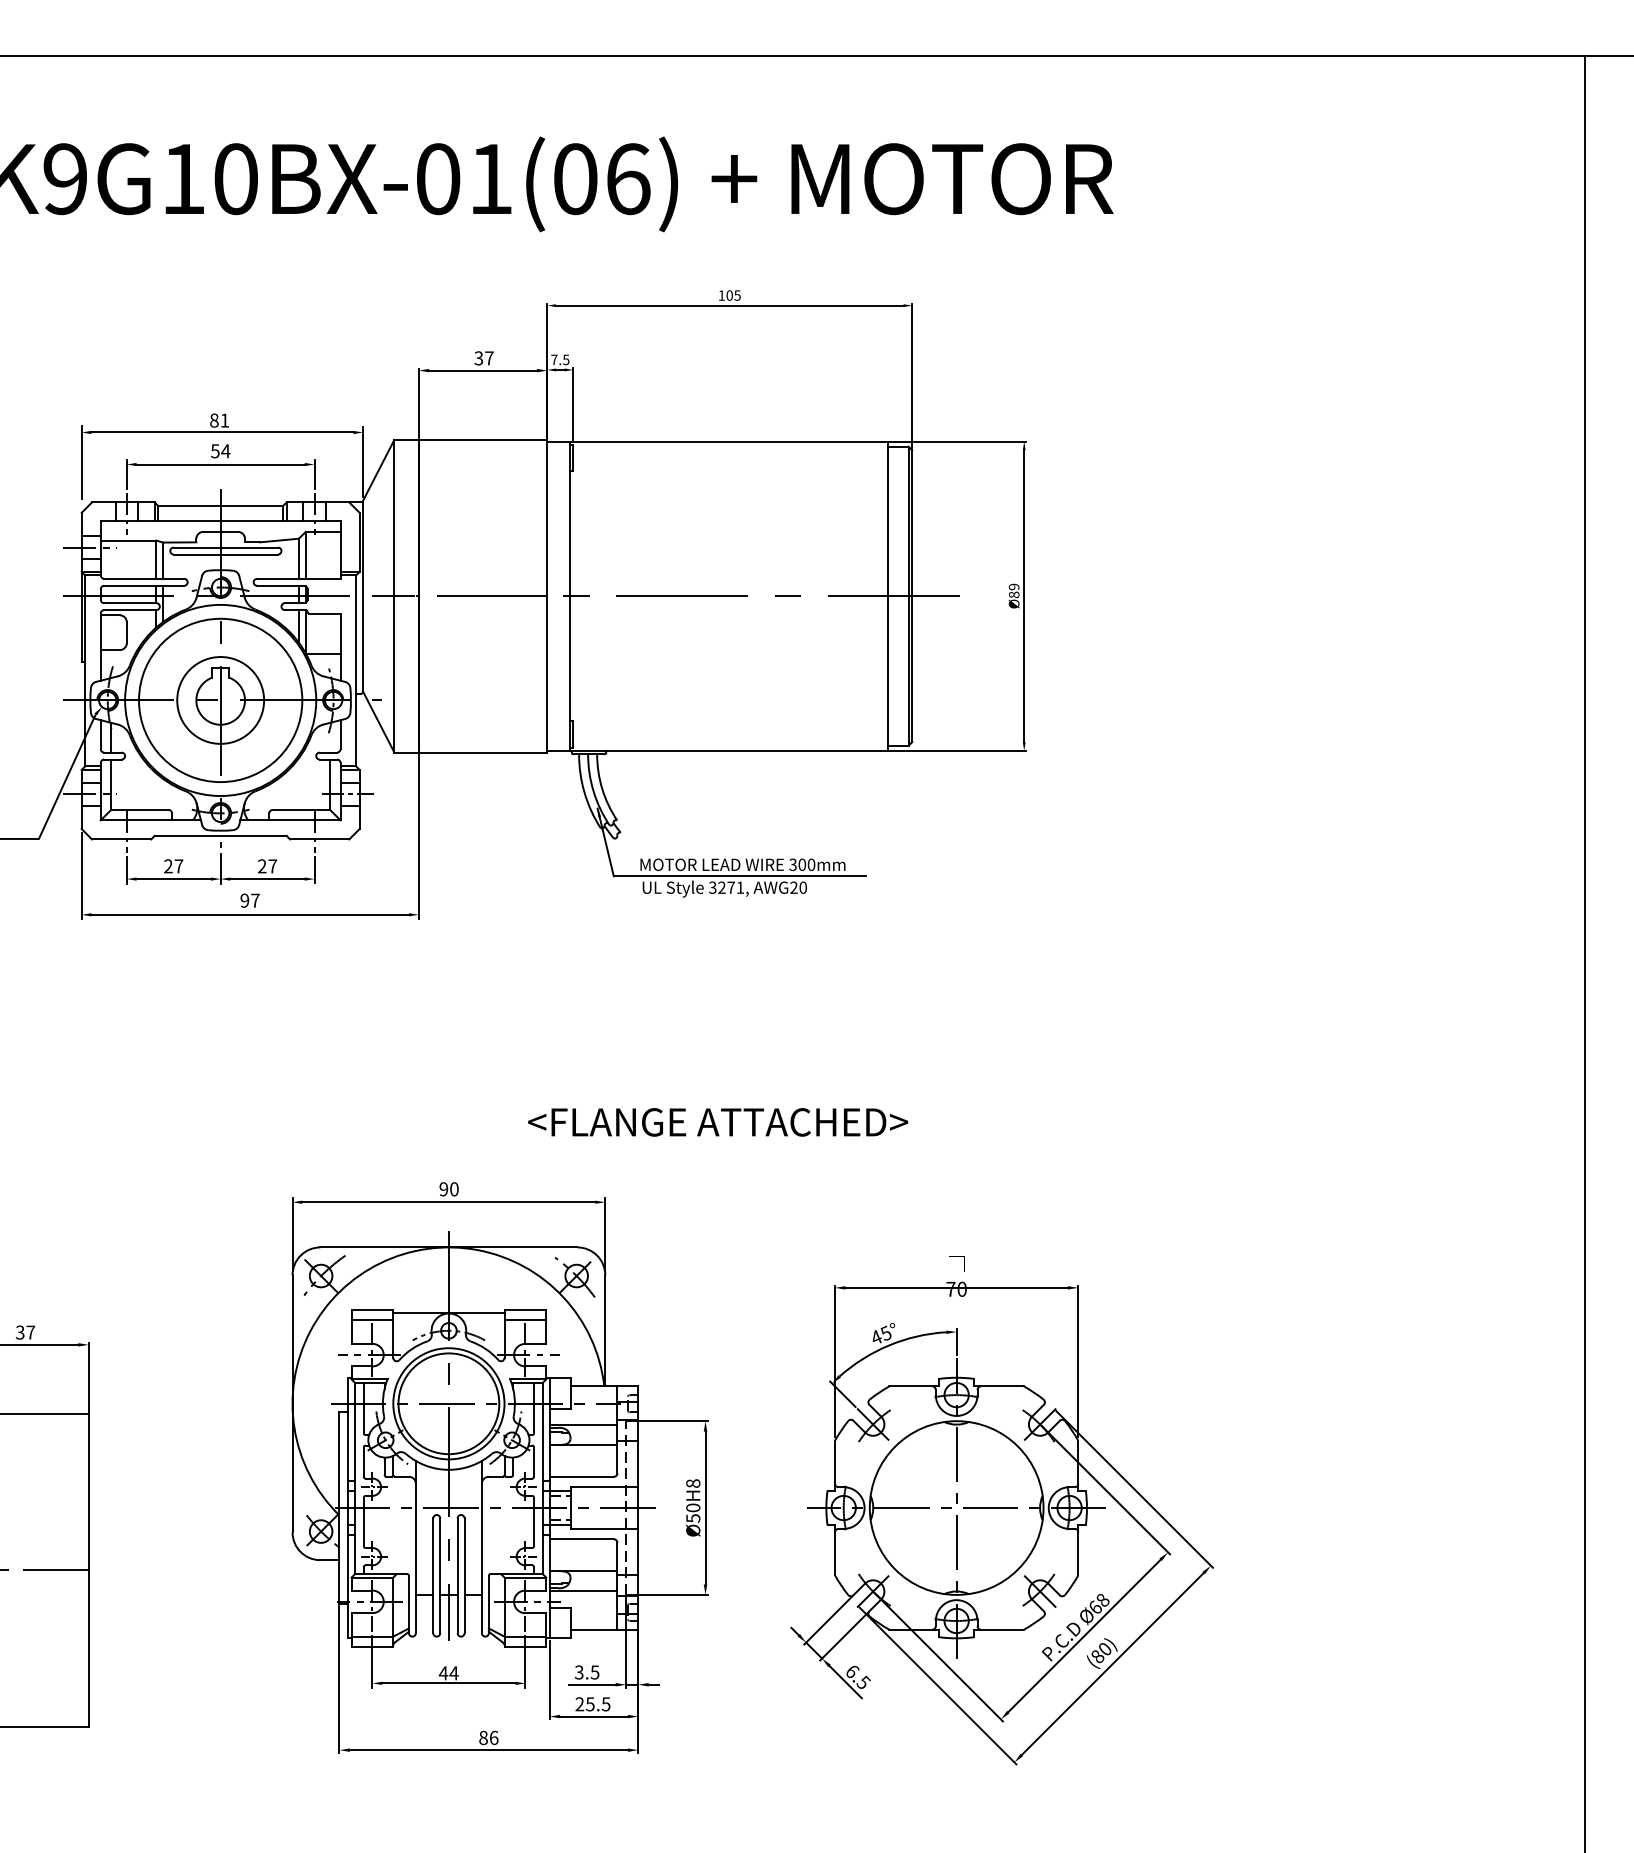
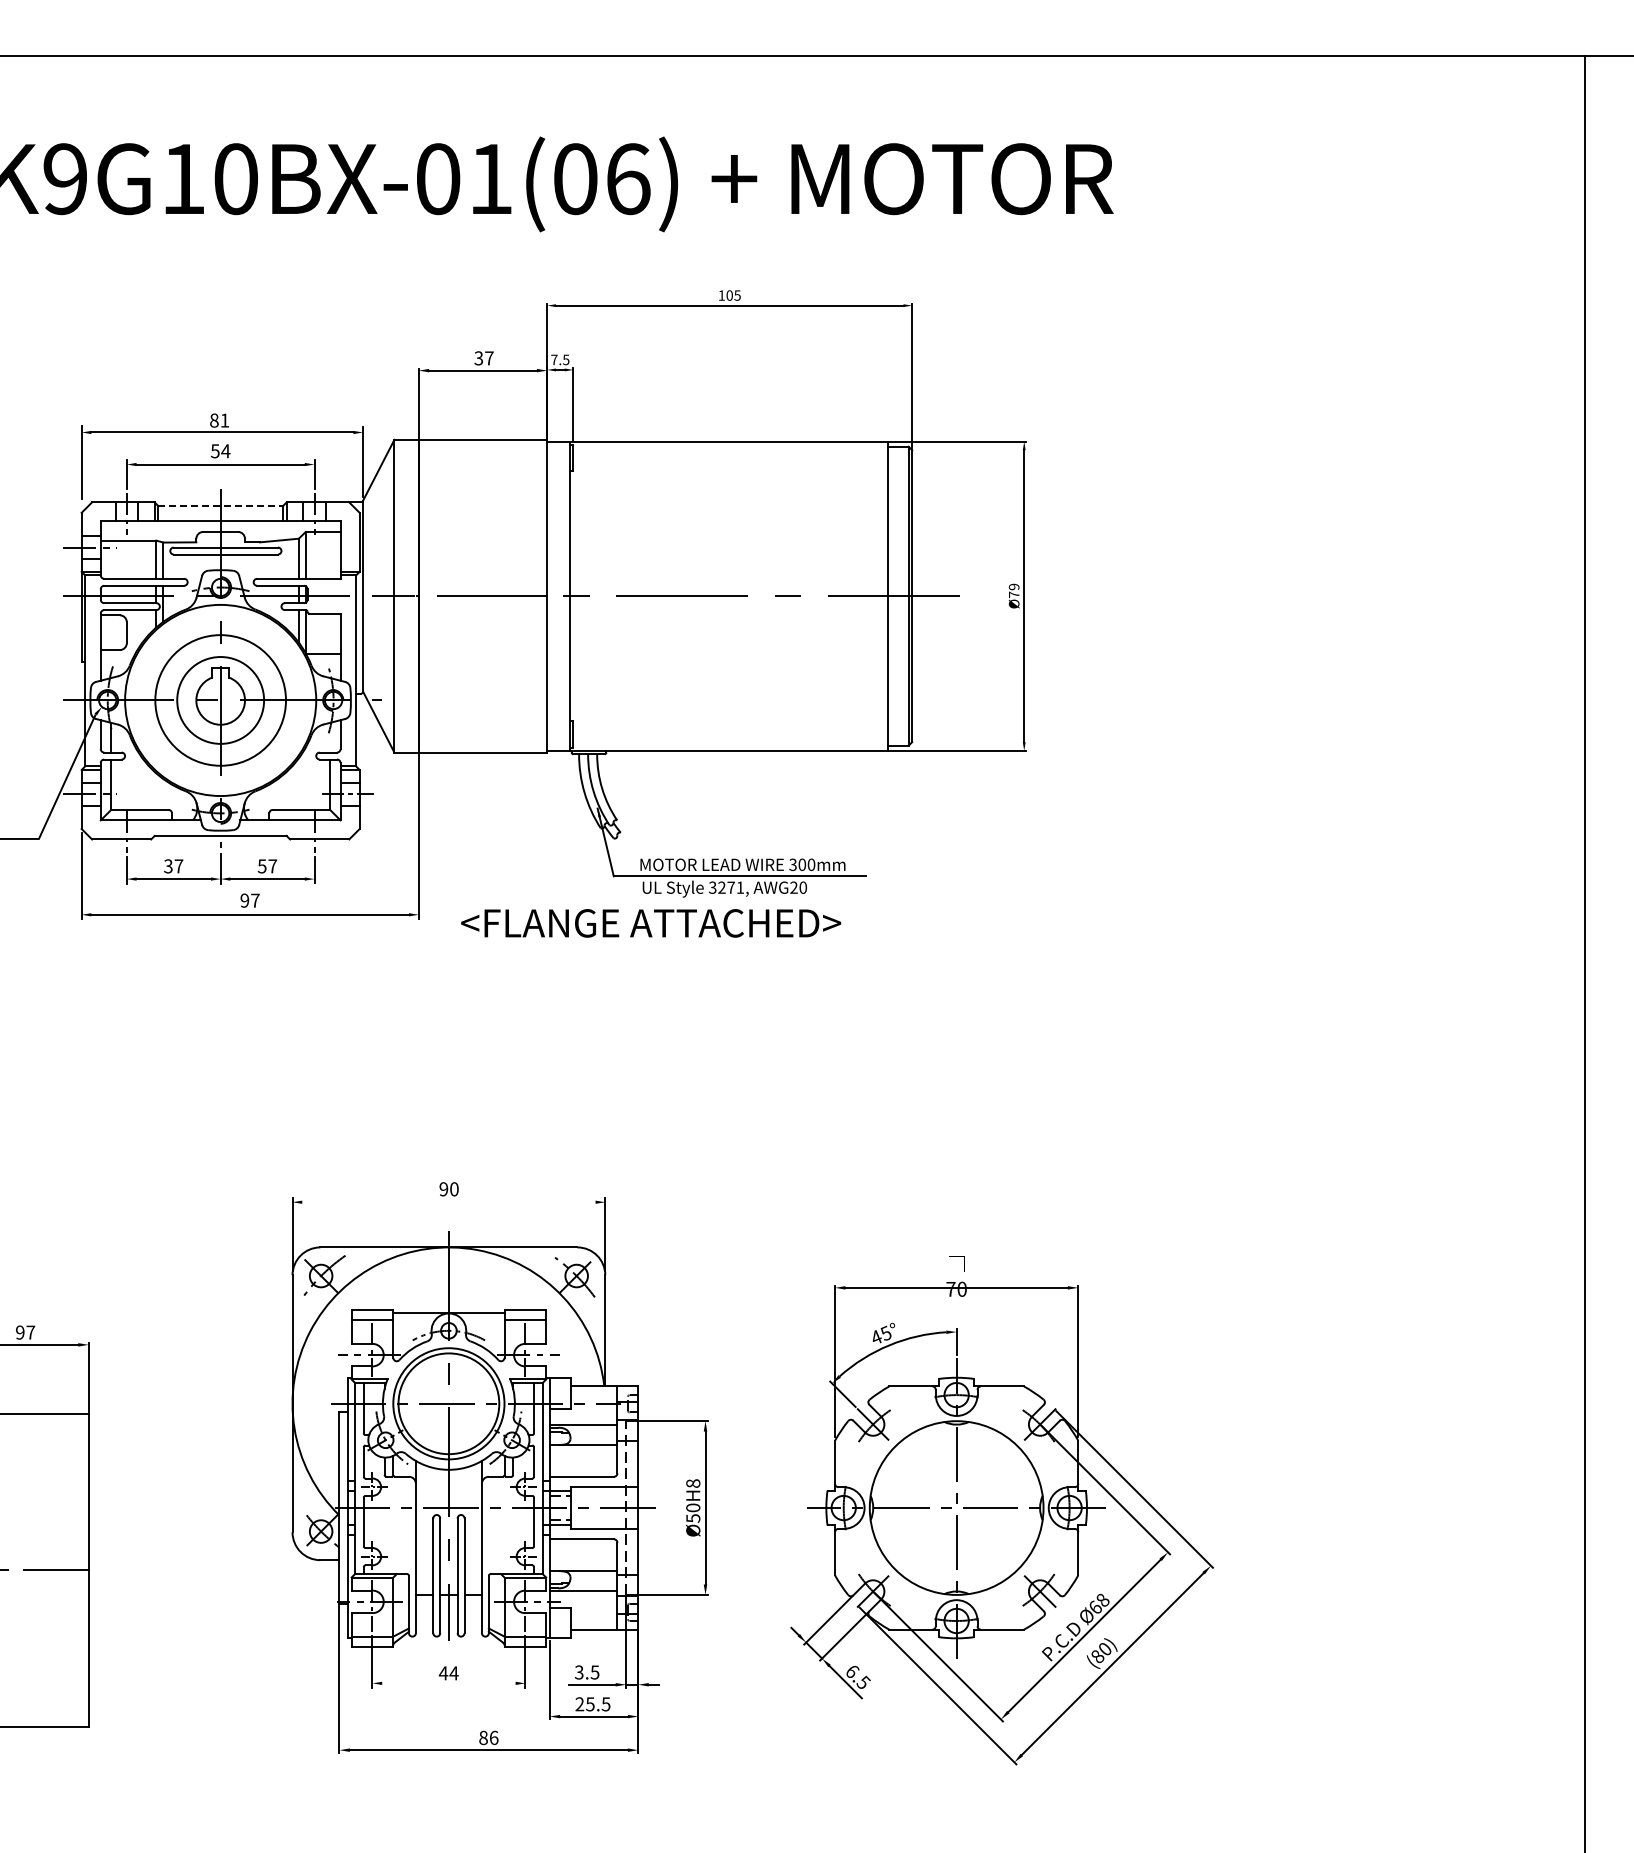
line at (220, 505): solid -> dashed
text at (1013, 594): Ø89 -> Ø79
circle at (220, 700) diameter: 163 px -> 131 px
text at (168, 866): 27 -> 37
text at (261, 866): 27 -> 57
text at (718, 1122) position: (718, 1122) -> (651, 923)
line at (448, 1202): present -> none
text at (19, 1332): 37 -> 97
line at (448, 1683): present -> none
